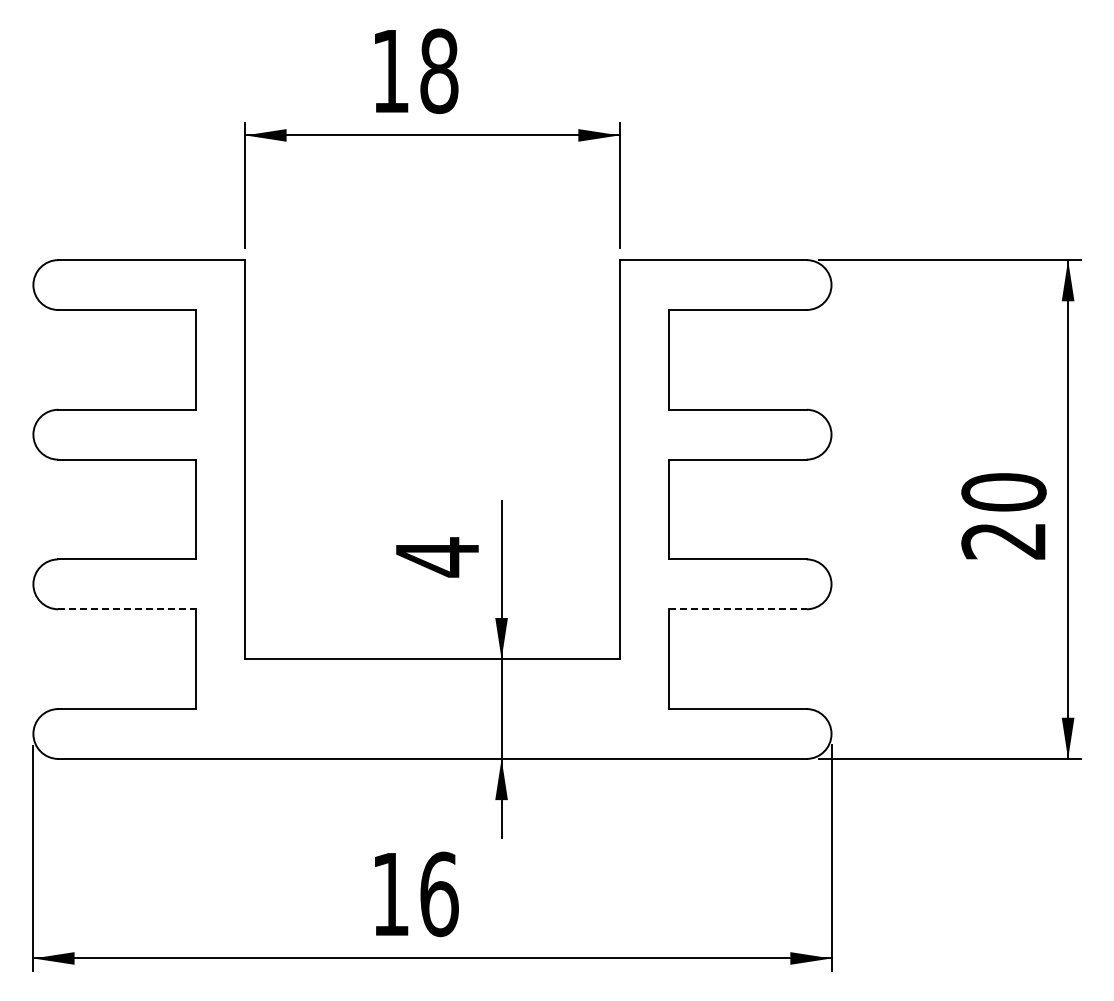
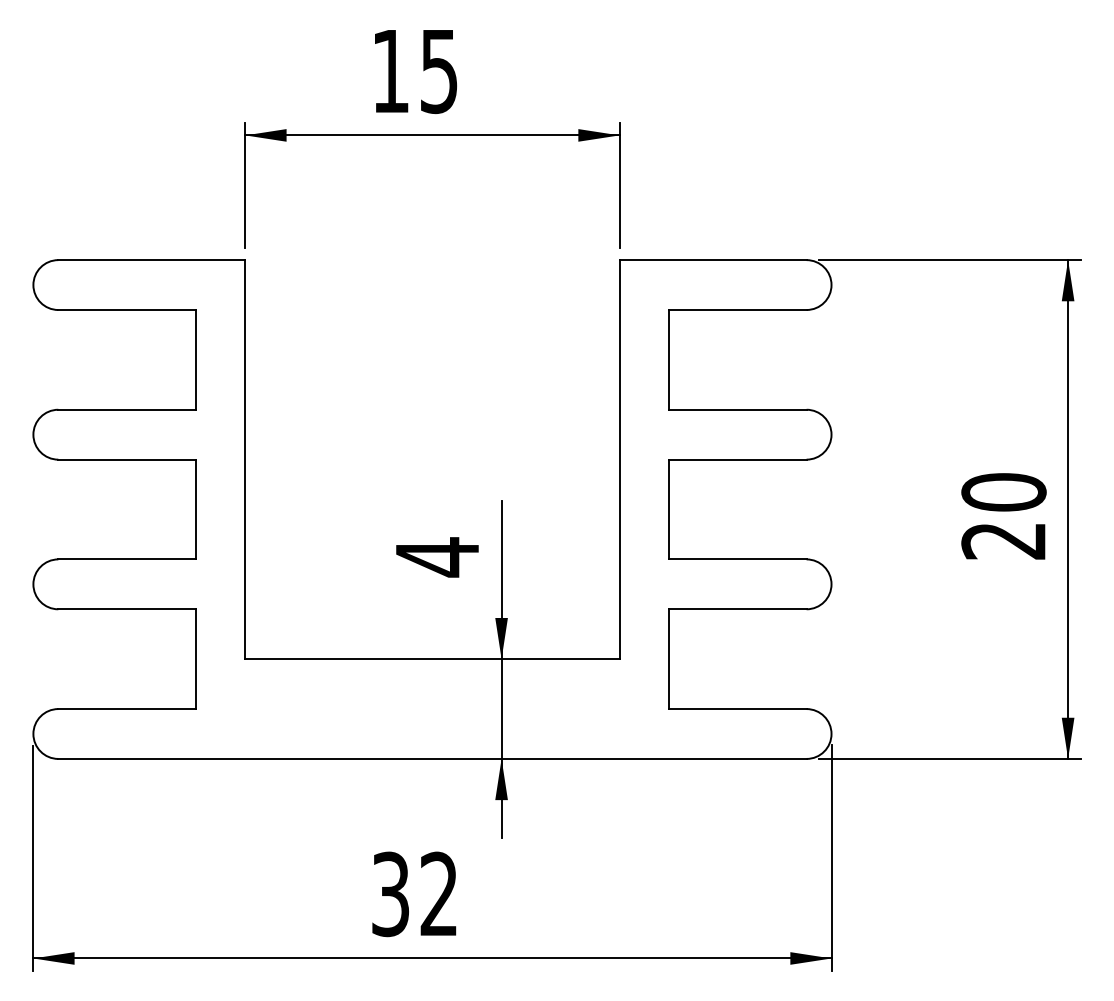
text at (439, 71): 18 -> 15
line at (126, 609): dashed -> solid
line at (738, 609): dashed -> solid
text at (415, 894): 16 -> 32
